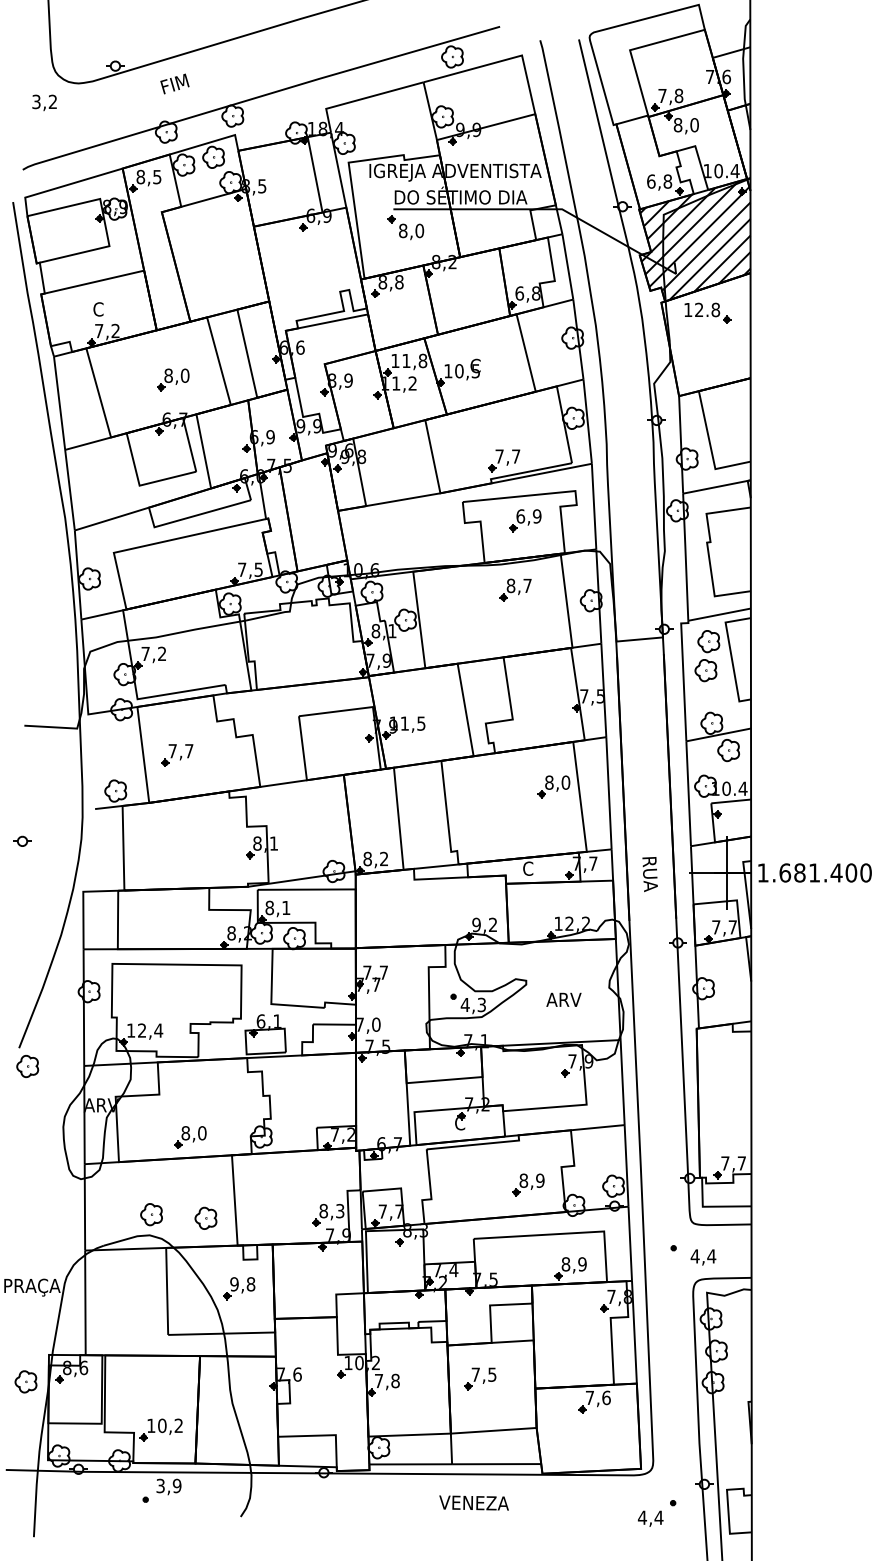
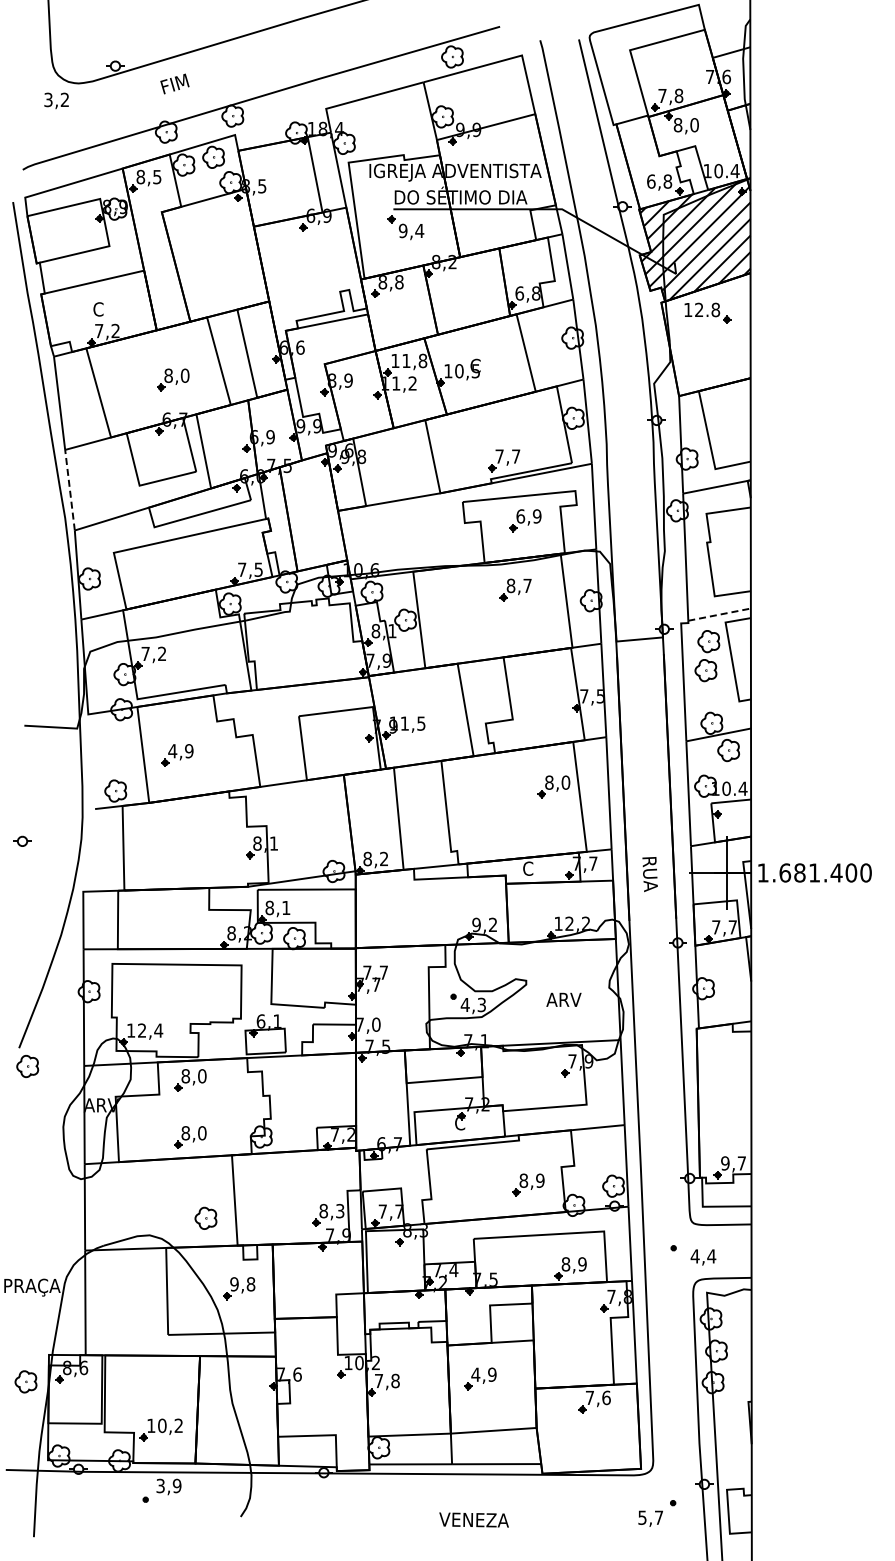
text at (44, 102) position: (44, 102) -> (56, 100)
text at (411, 230): 8,0 -> 9,4
line at (70, 490): solid -> dashed
line at (719, 614): solid -> dashed
text at (180, 751): 7,7 -> 4,9
part at (190, 1080): none -> present
text at (725, 1163): 7,7 -> 9,7
part at (151, 1214): present -> none
text at (483, 1374): 7,5 -> 4,9
text at (473, 1502) position: (473, 1502) -> (473, 1519)
text at (650, 1517): 4,4 -> 5,7
